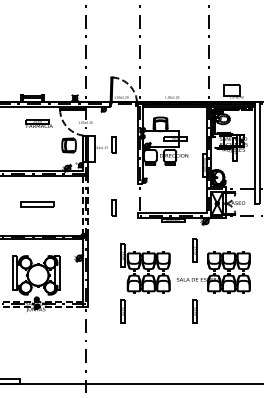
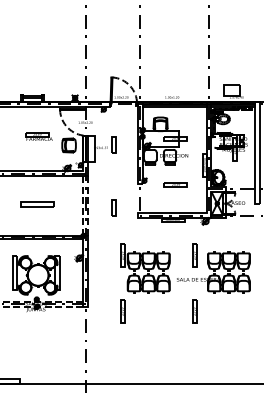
part at (38, 123) position: (38, 123) -> (38, 136)
part at (175, 184): none -> present
part at (194, 250) position: (194, 250) -> (194, 255)
